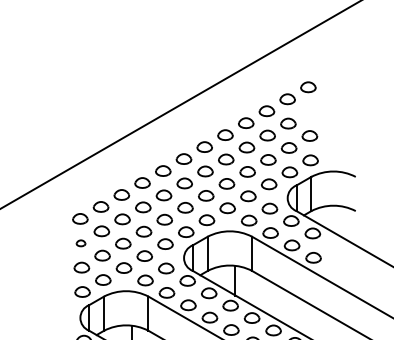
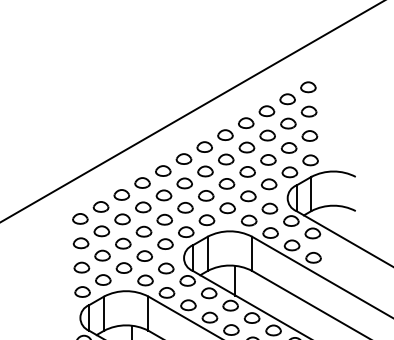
line at (180, 104) position: (180, 104) -> (191, 111)
part at (308, 111): none -> present
part at (80, 243) size: 12x9 px -> 18x13 px
